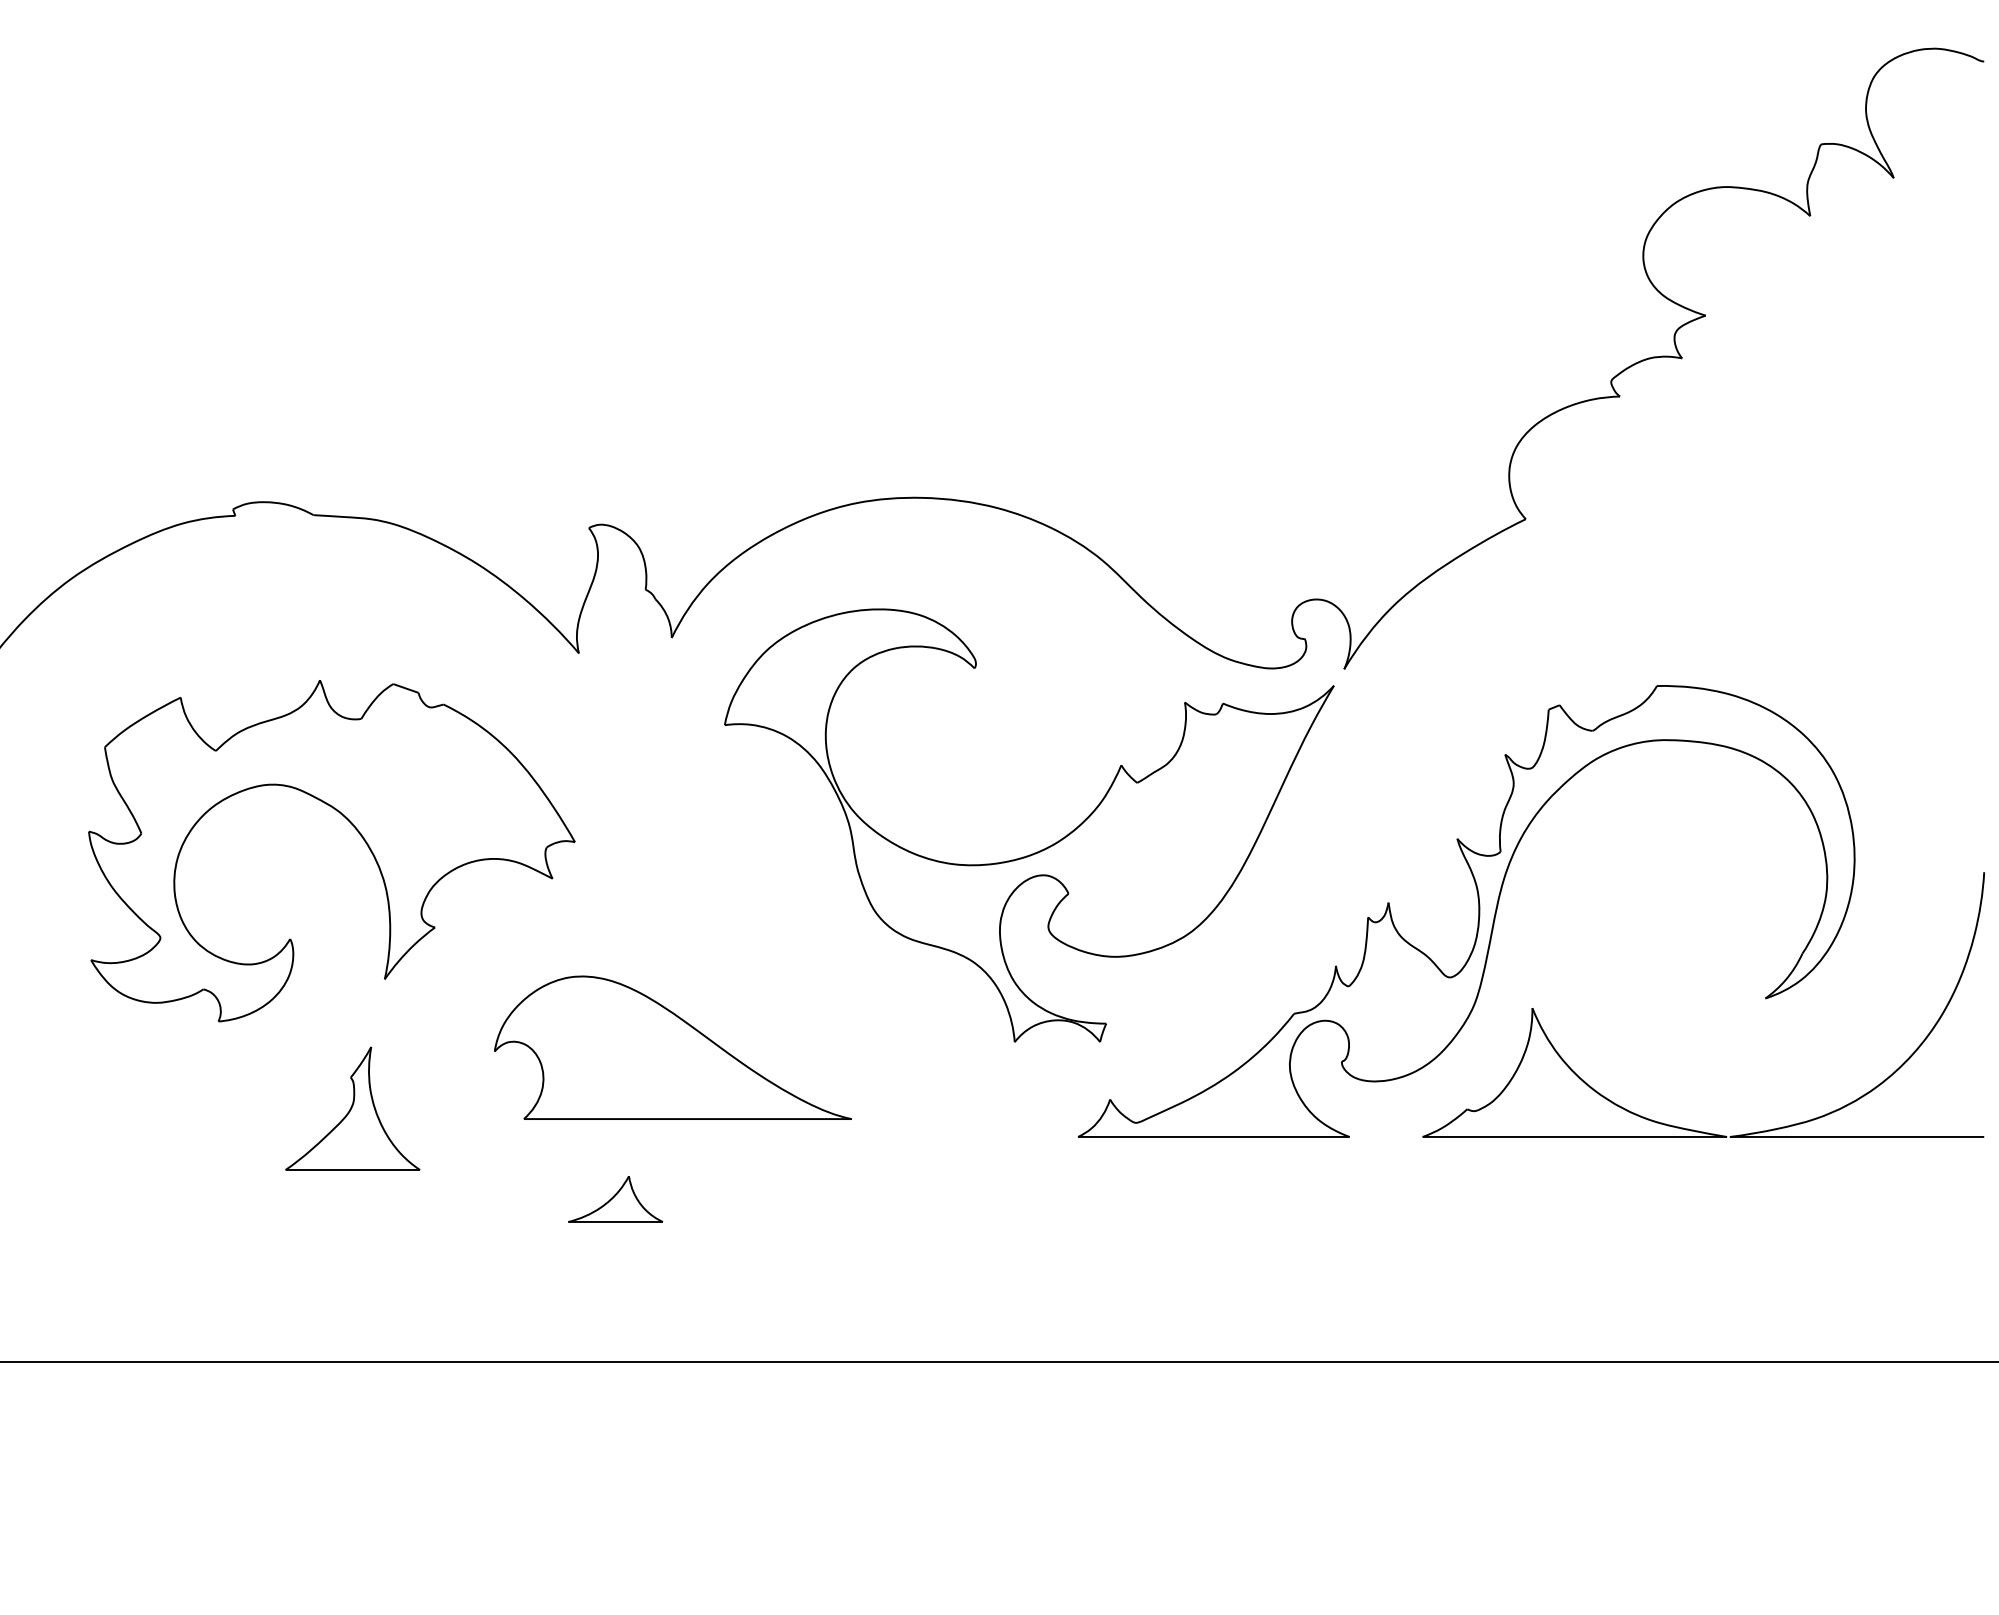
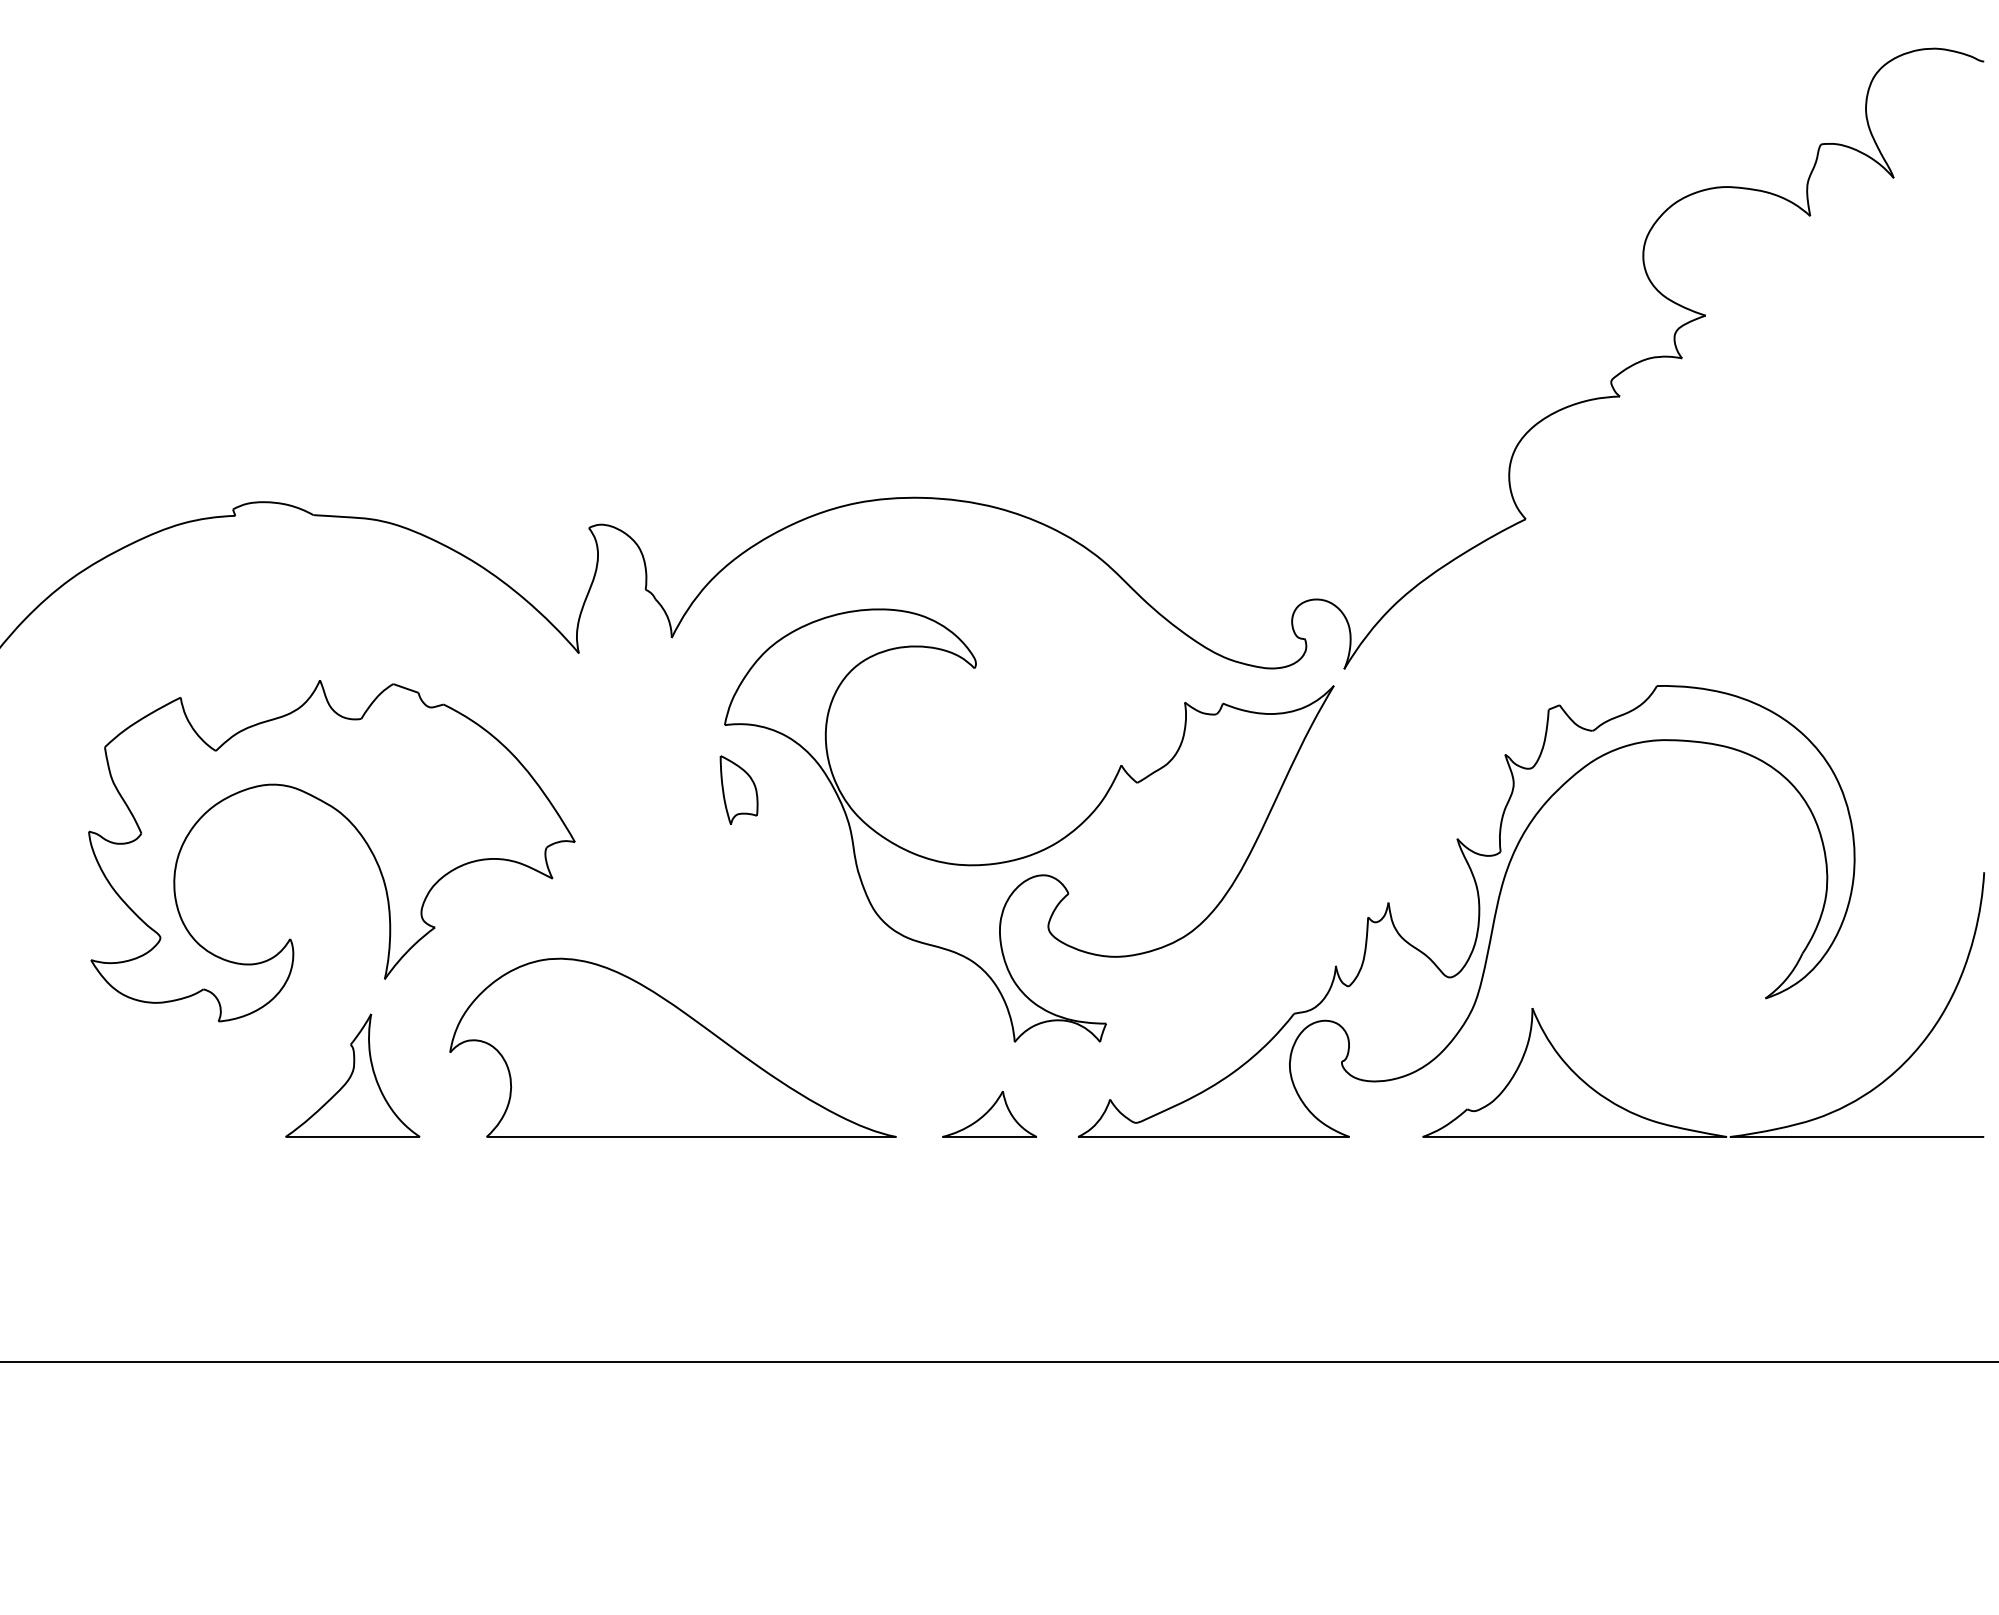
part at (738, 789): none -> present
part at (672, 1047) size: 358x145 px -> 448x181 px
part at (352, 1108) position: (352, 1108) -> (352, 1075)
part at (615, 1199) position: (615, 1199) -> (989, 1114)
